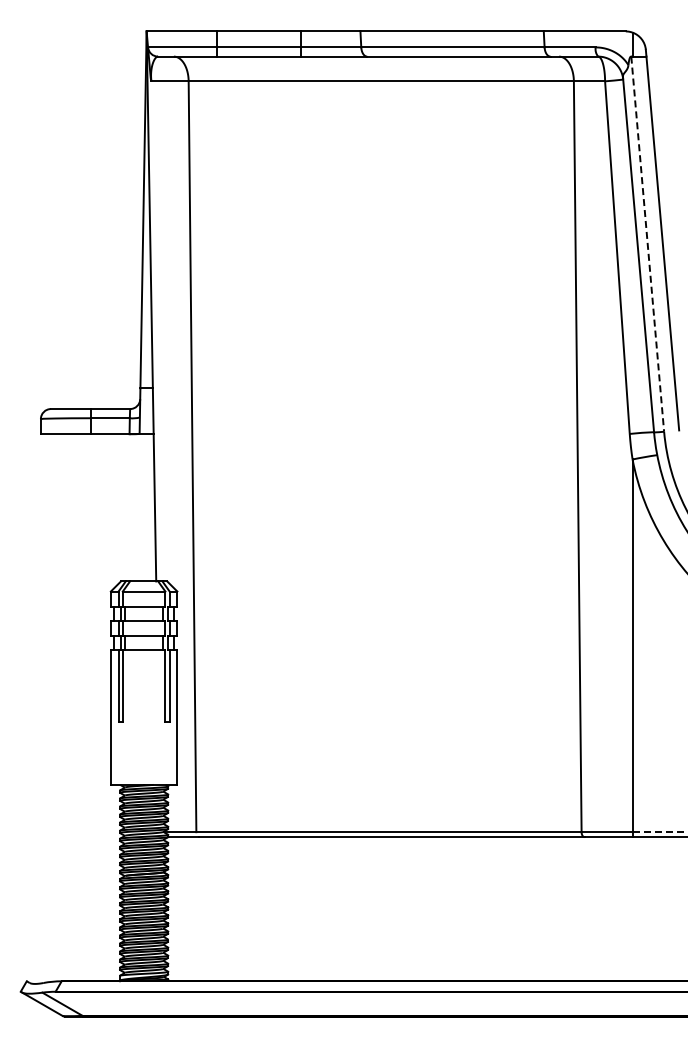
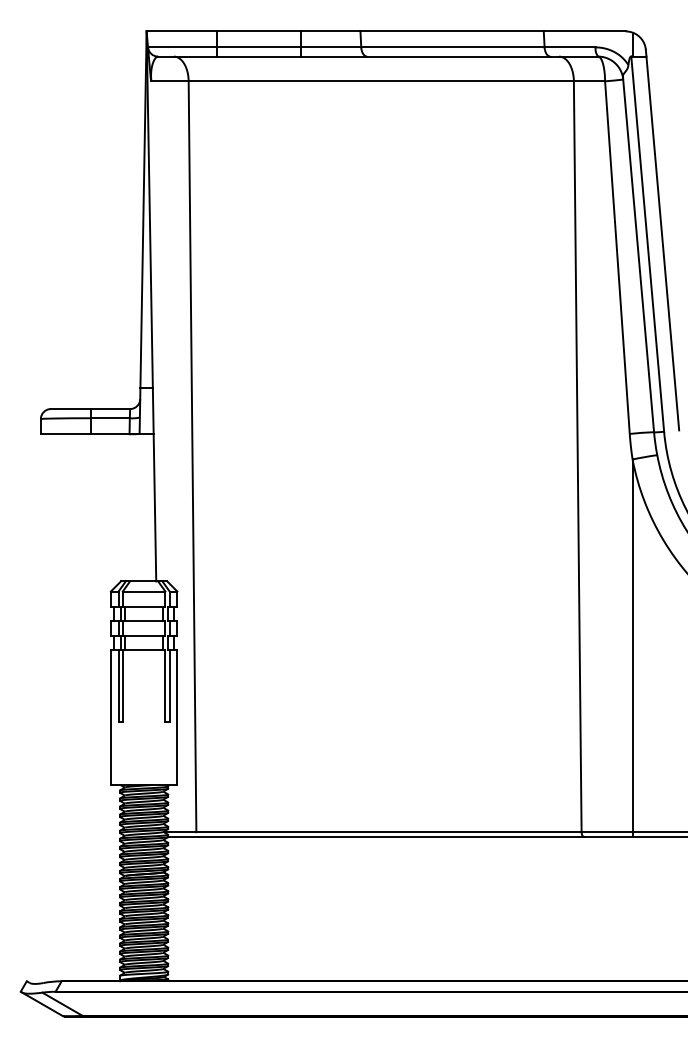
line at (647, 244): dashed -> solid
line at (660, 832): dashed -> solid
